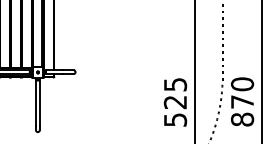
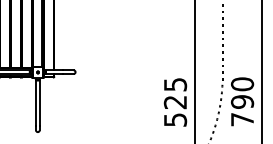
text at (242, 110): 870 -> 790
